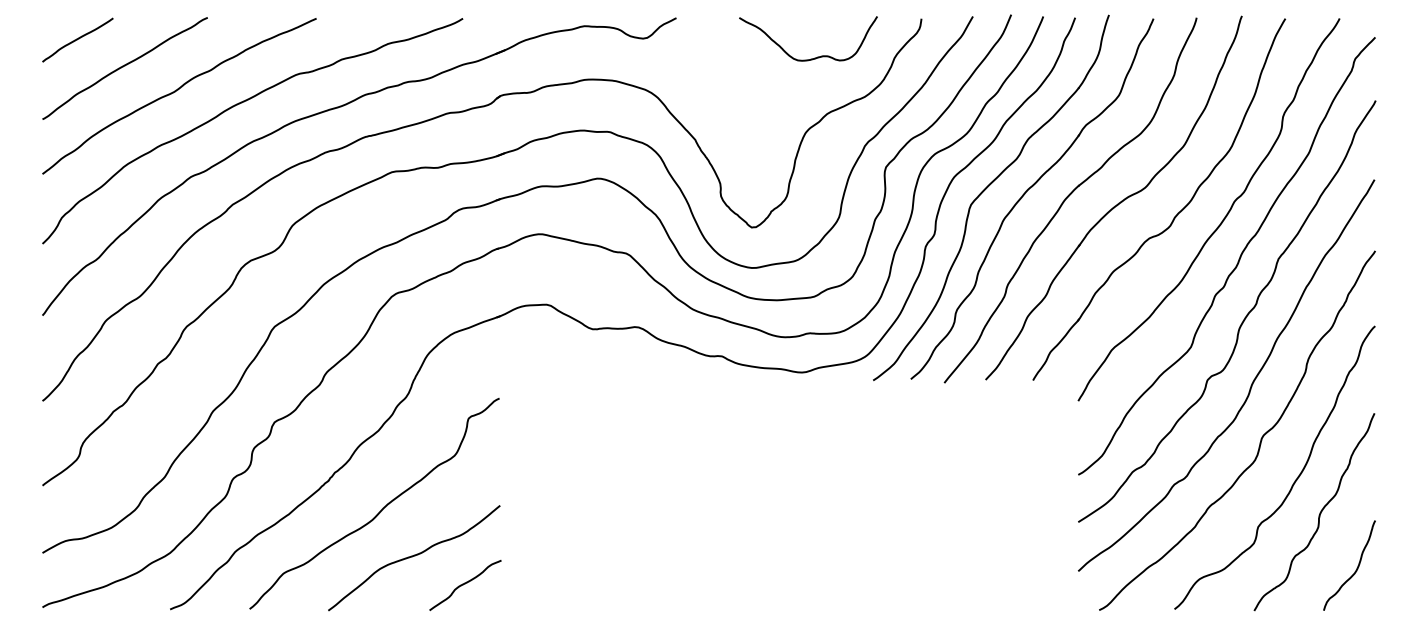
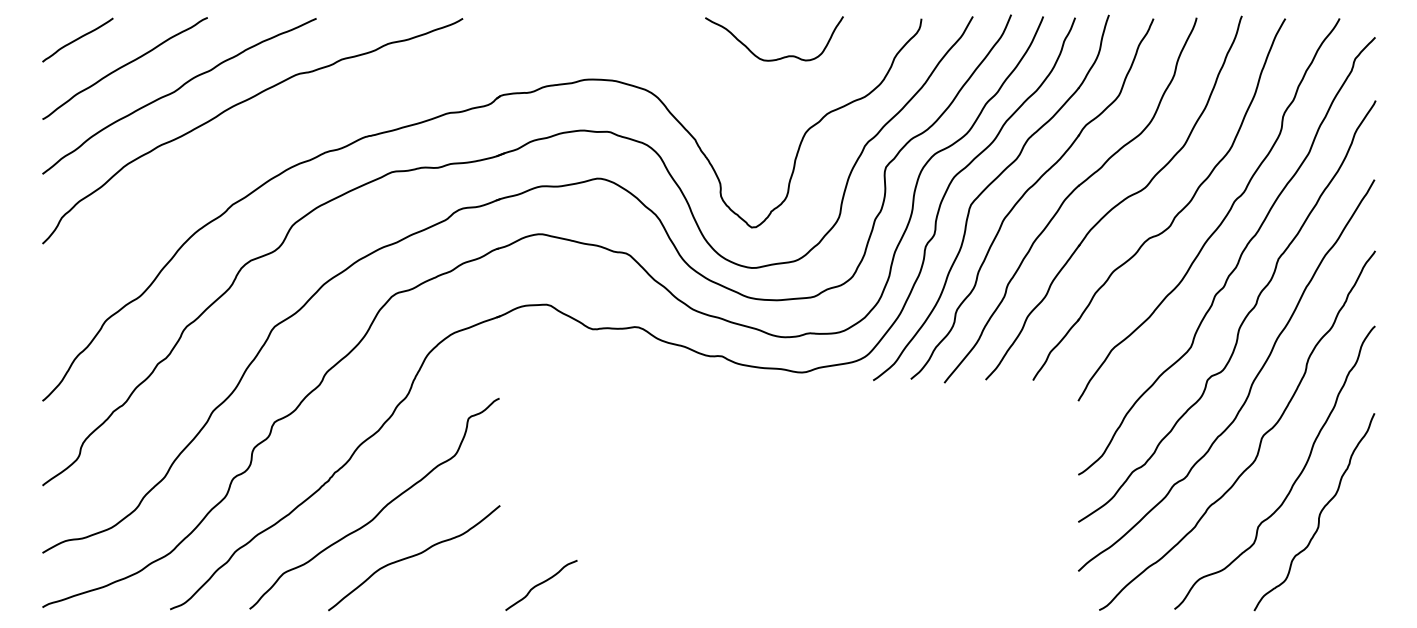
curve at (814, 57) position: (814, 57) -> (780, 57)
part at (341, 107): present -> none
curve at (1356, 568): present -> none
curve at (465, 584) position: (465, 584) -> (541, 584)
